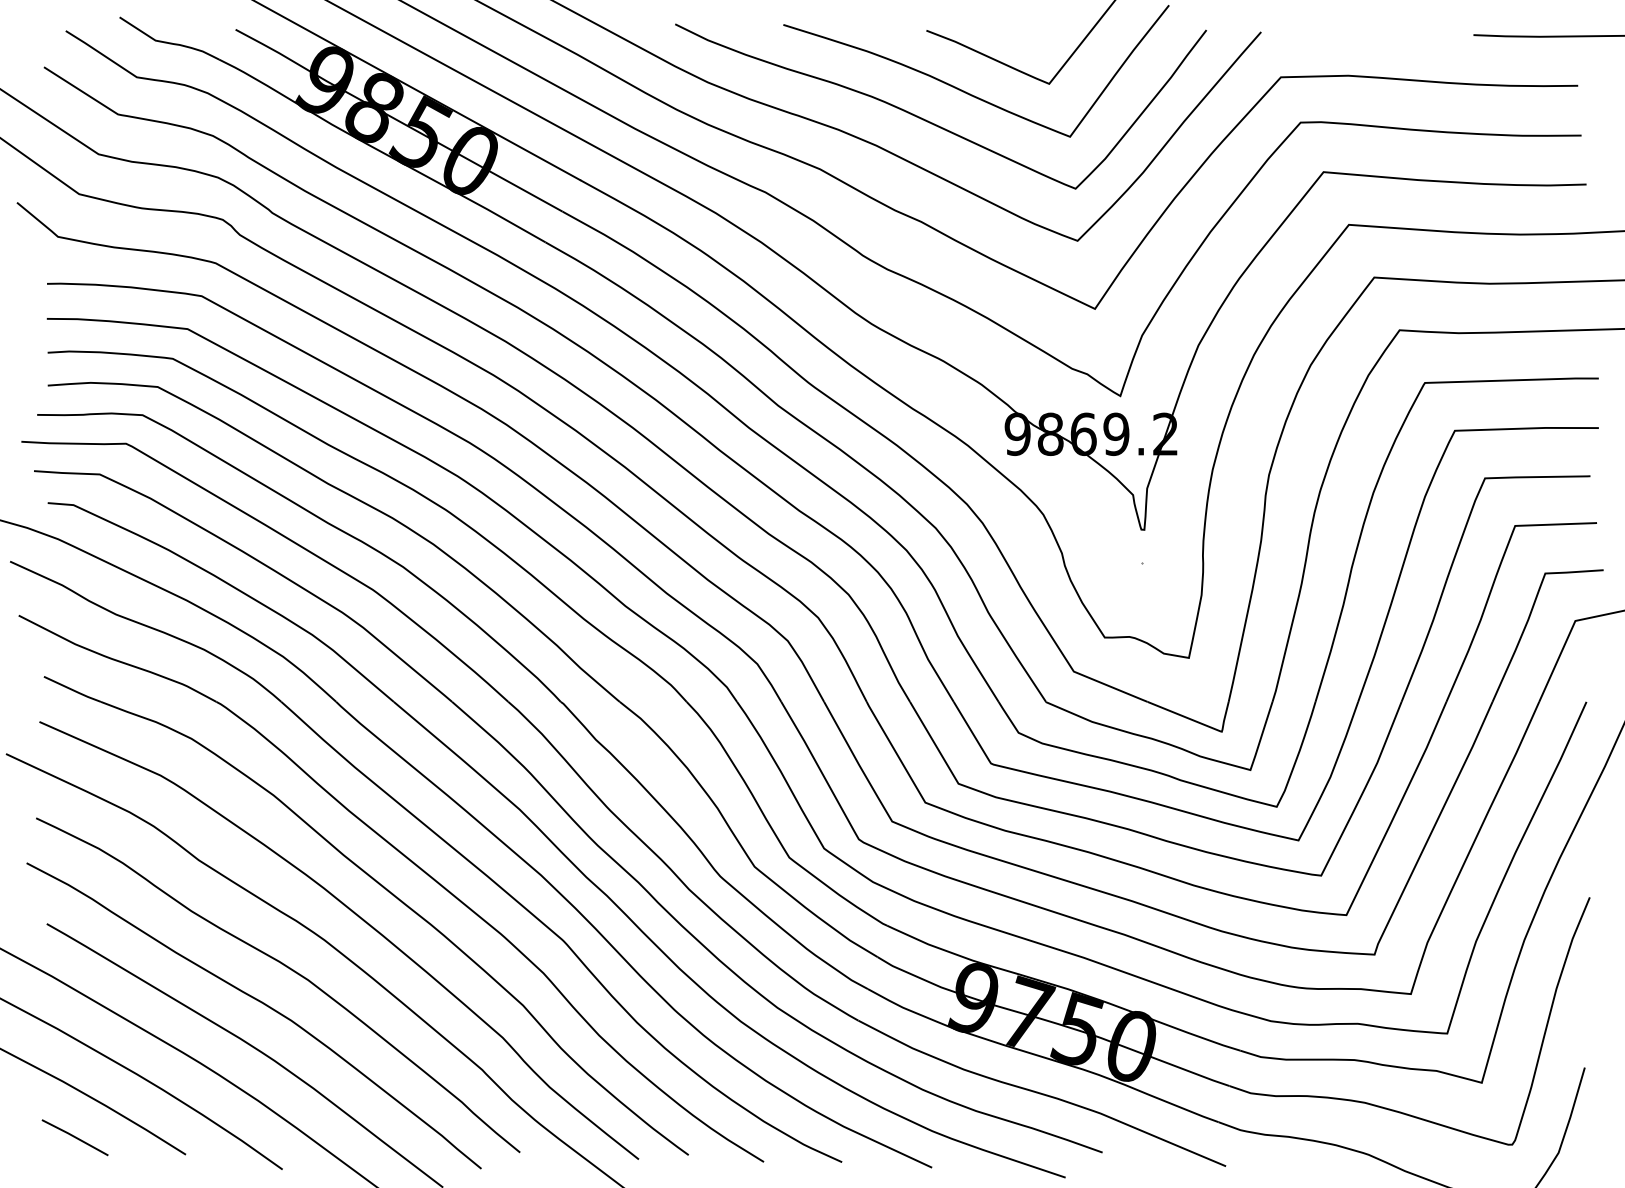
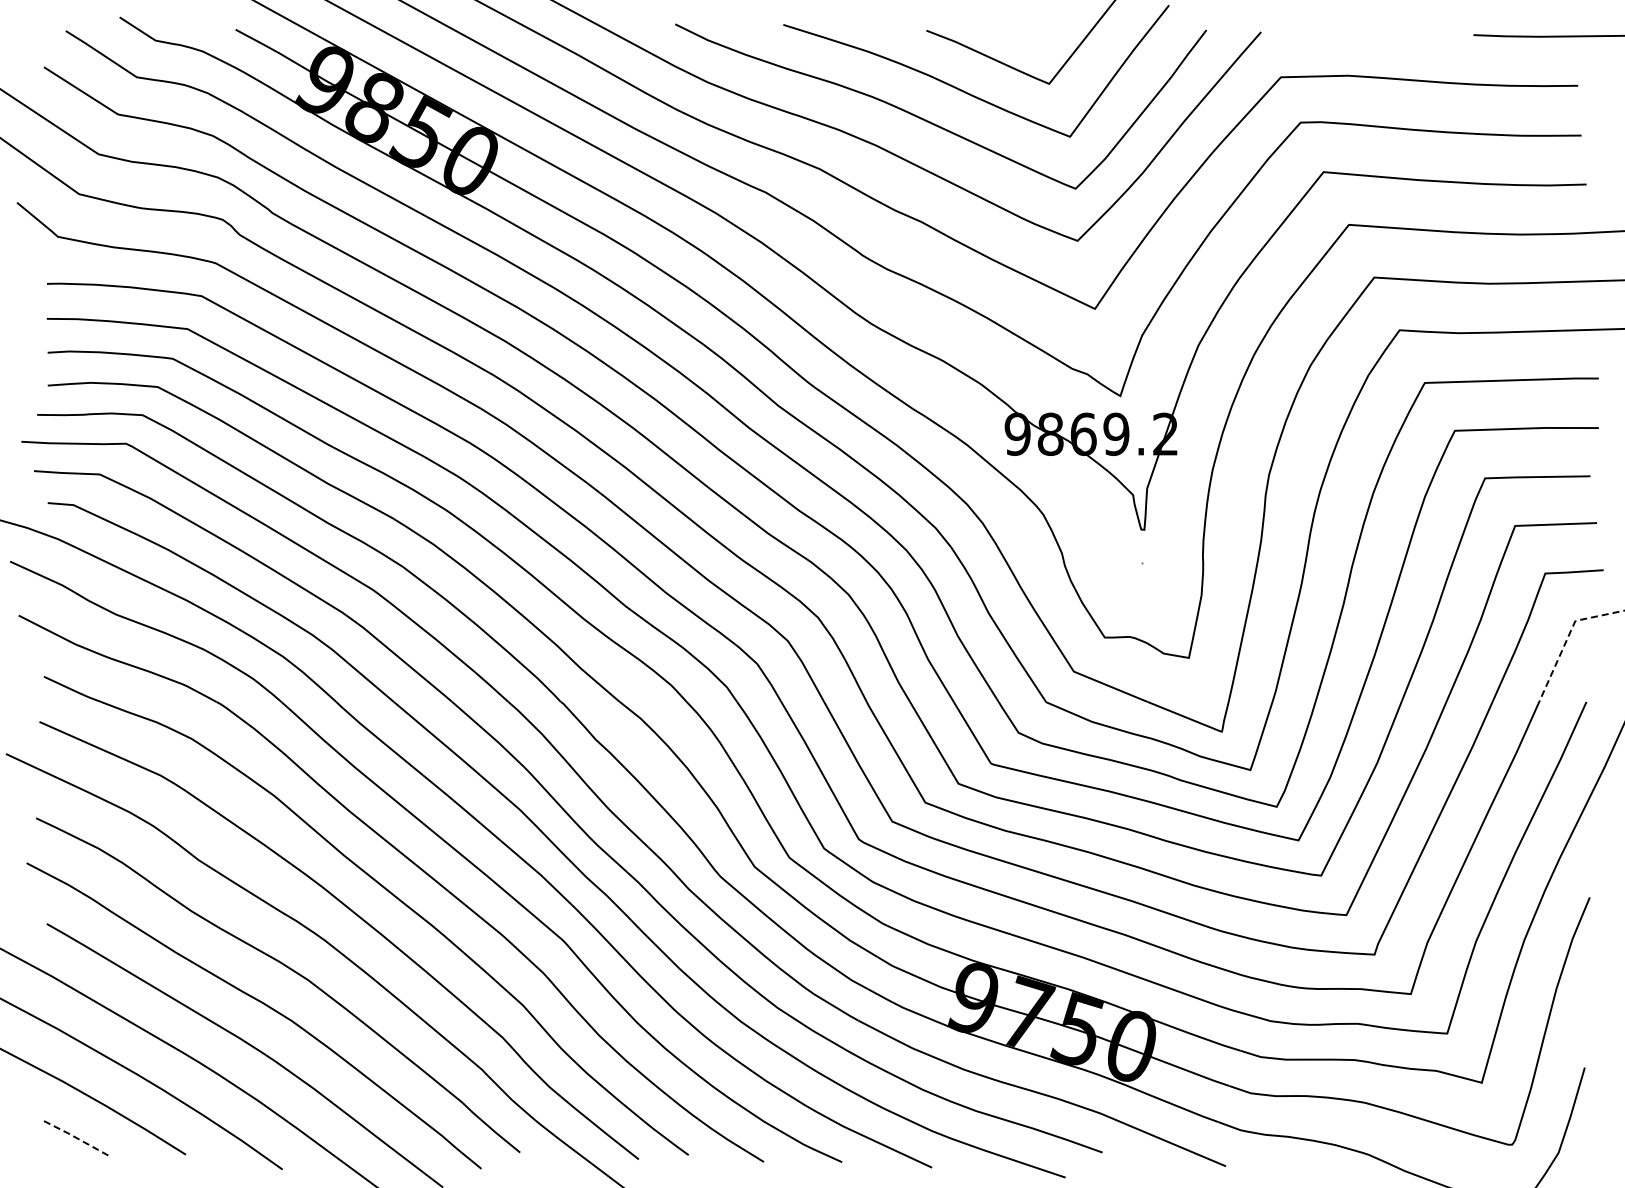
line at (1567, 638): solid -> dashed
line at (75, 1137): solid -> dashed
